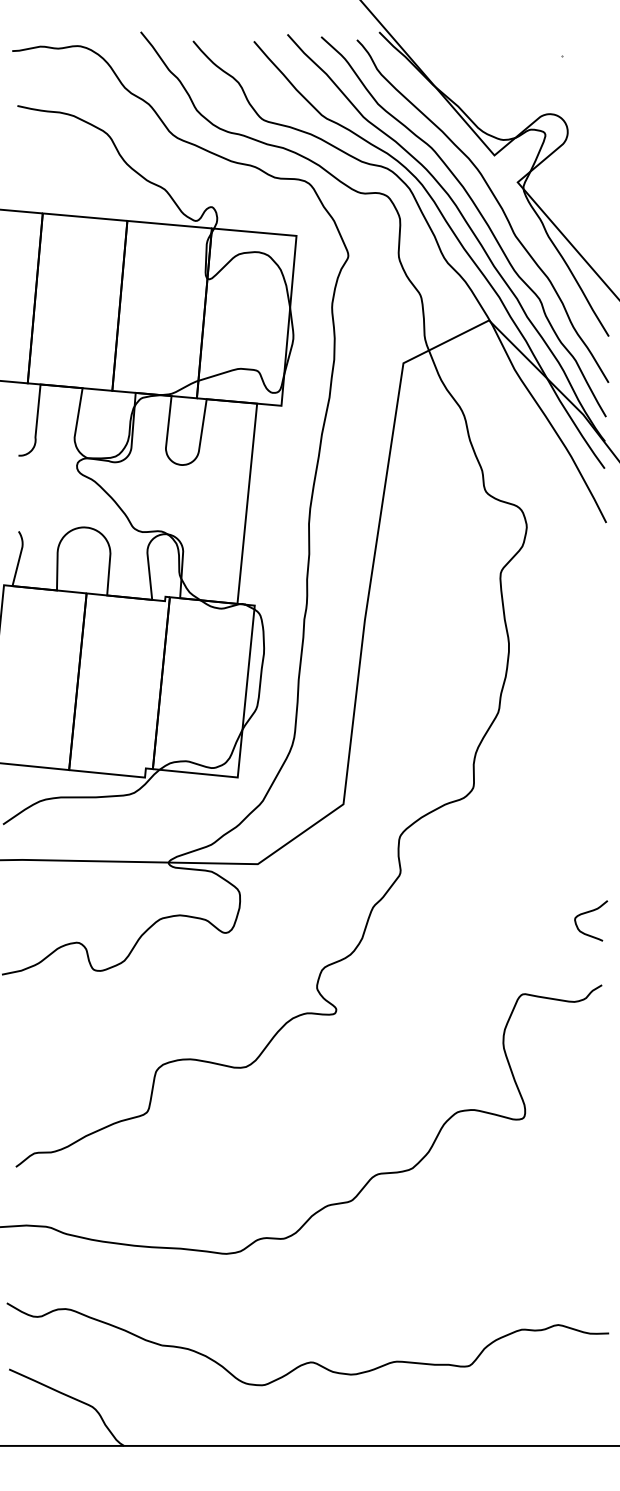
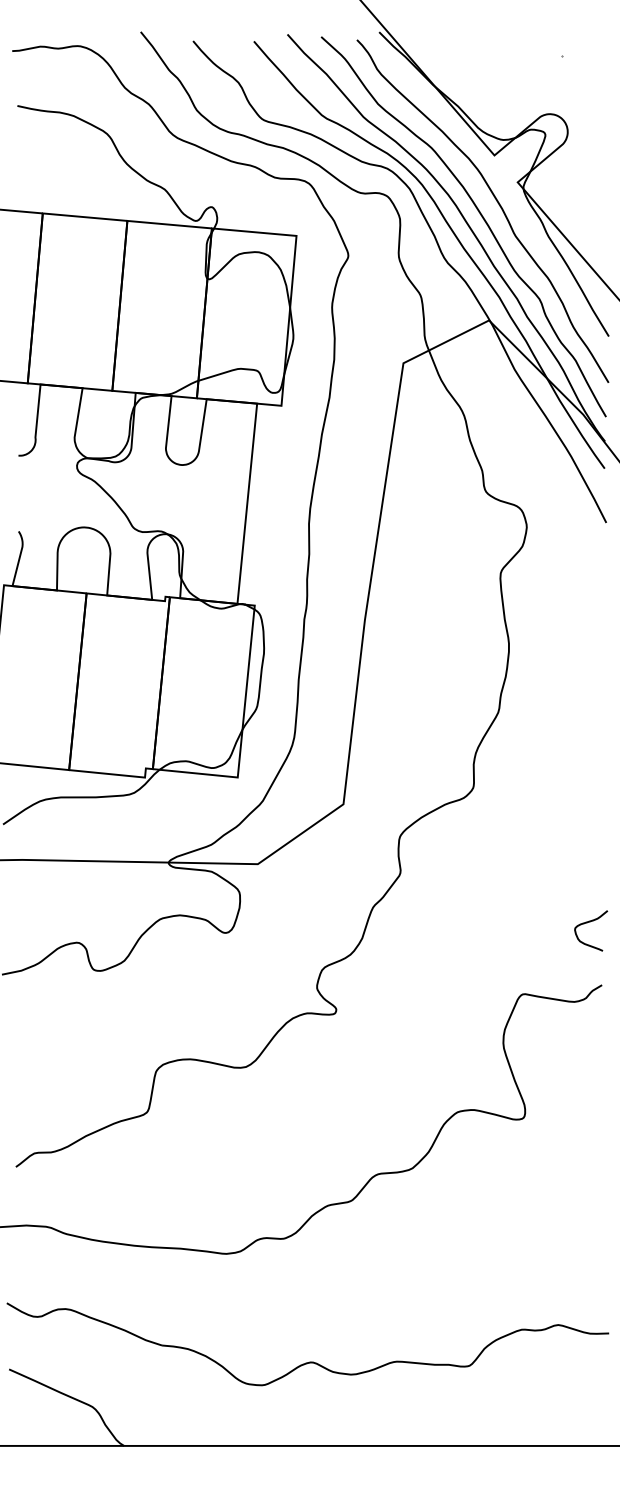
curve at (590, 912) position: (590, 912) -> (590, 922)
